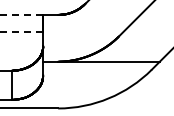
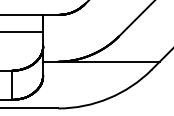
line at (22, 14): dashed -> solid
line at (21, 32): dashed -> solid
